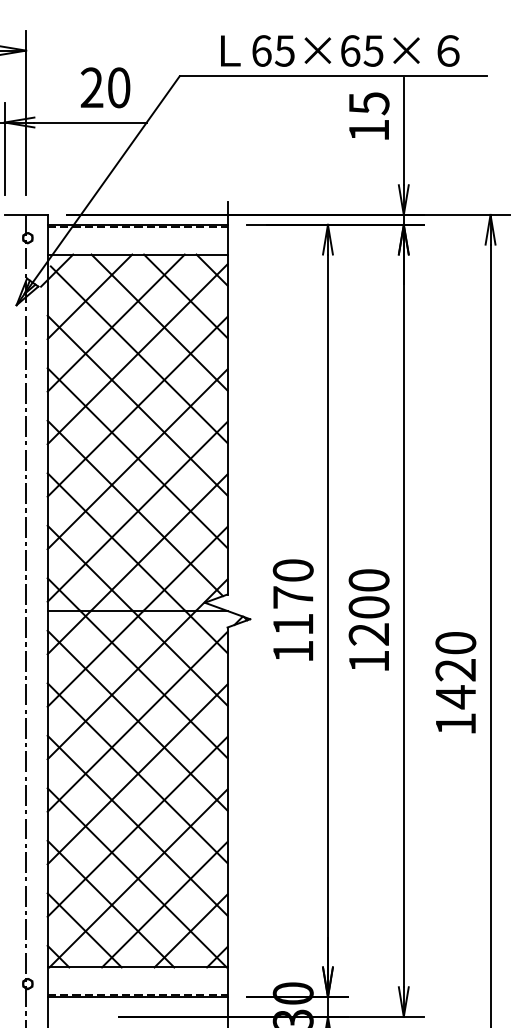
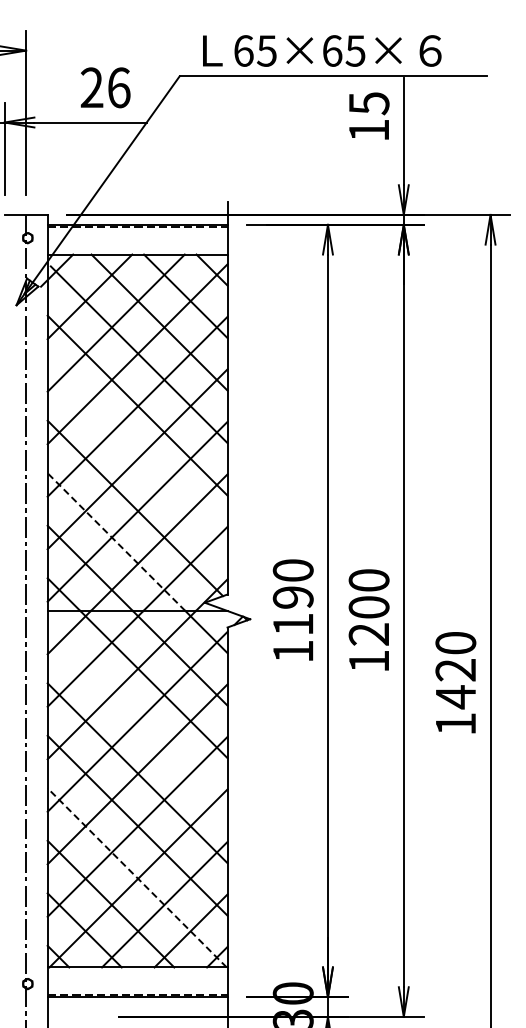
text at (340, 50) position: (340, 50) -> (322, 50)
text at (119, 87): 20 -> 26
line at (137, 458): present -> none
line at (116, 541): solid -> dashed
text at (292, 597): 1170 -> 1190
line at (137, 720): present -> none
line at (137, 877): solid -> dashed
